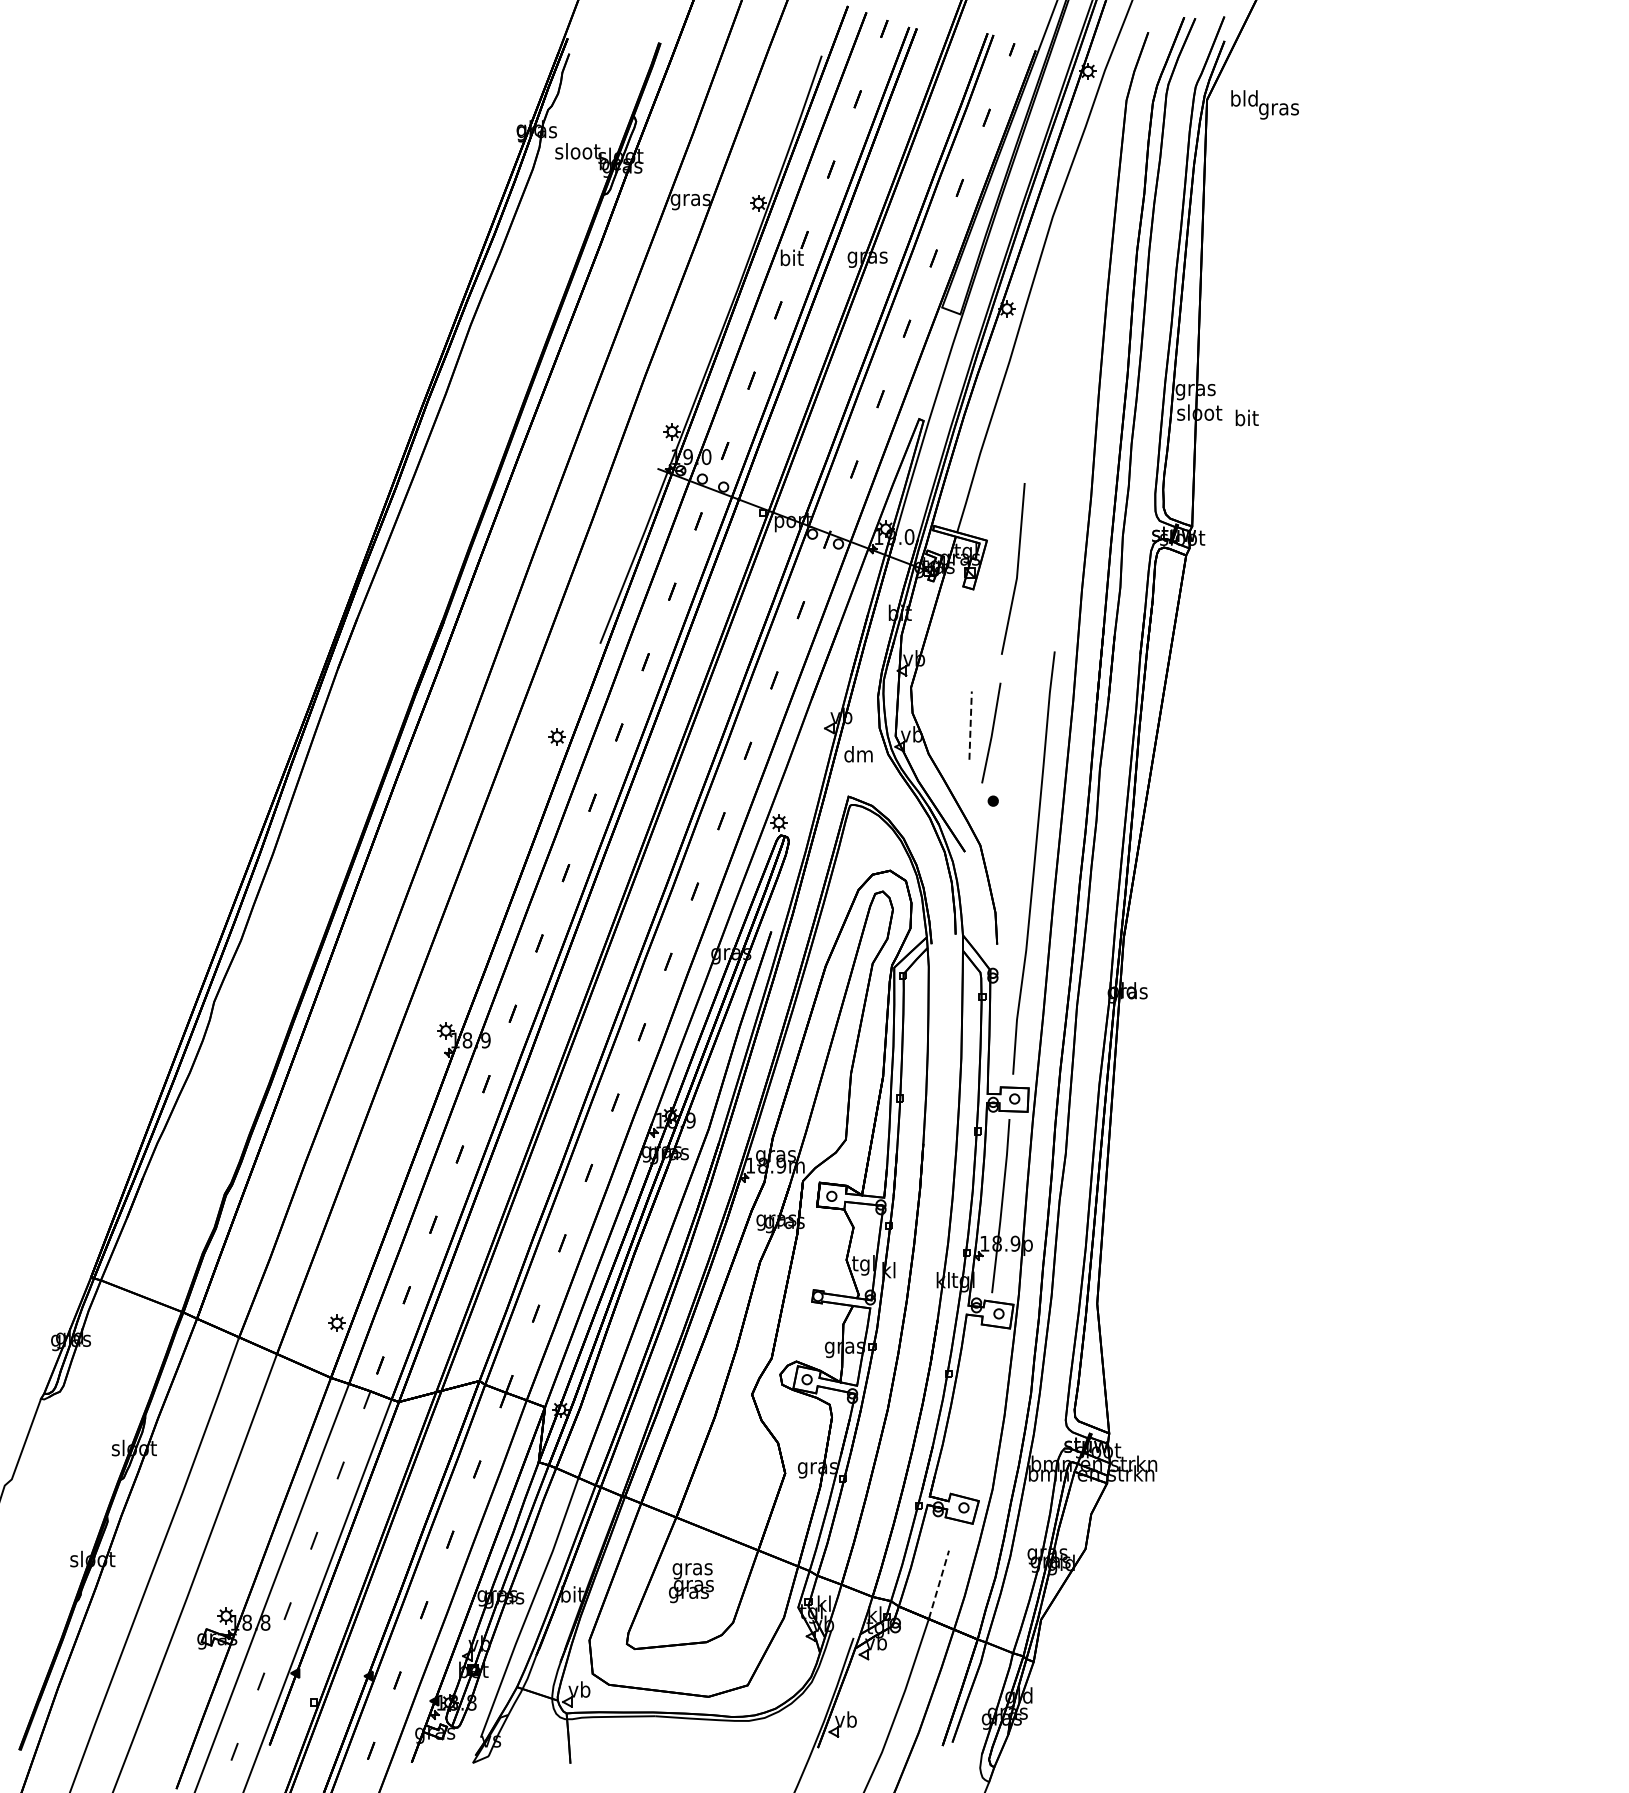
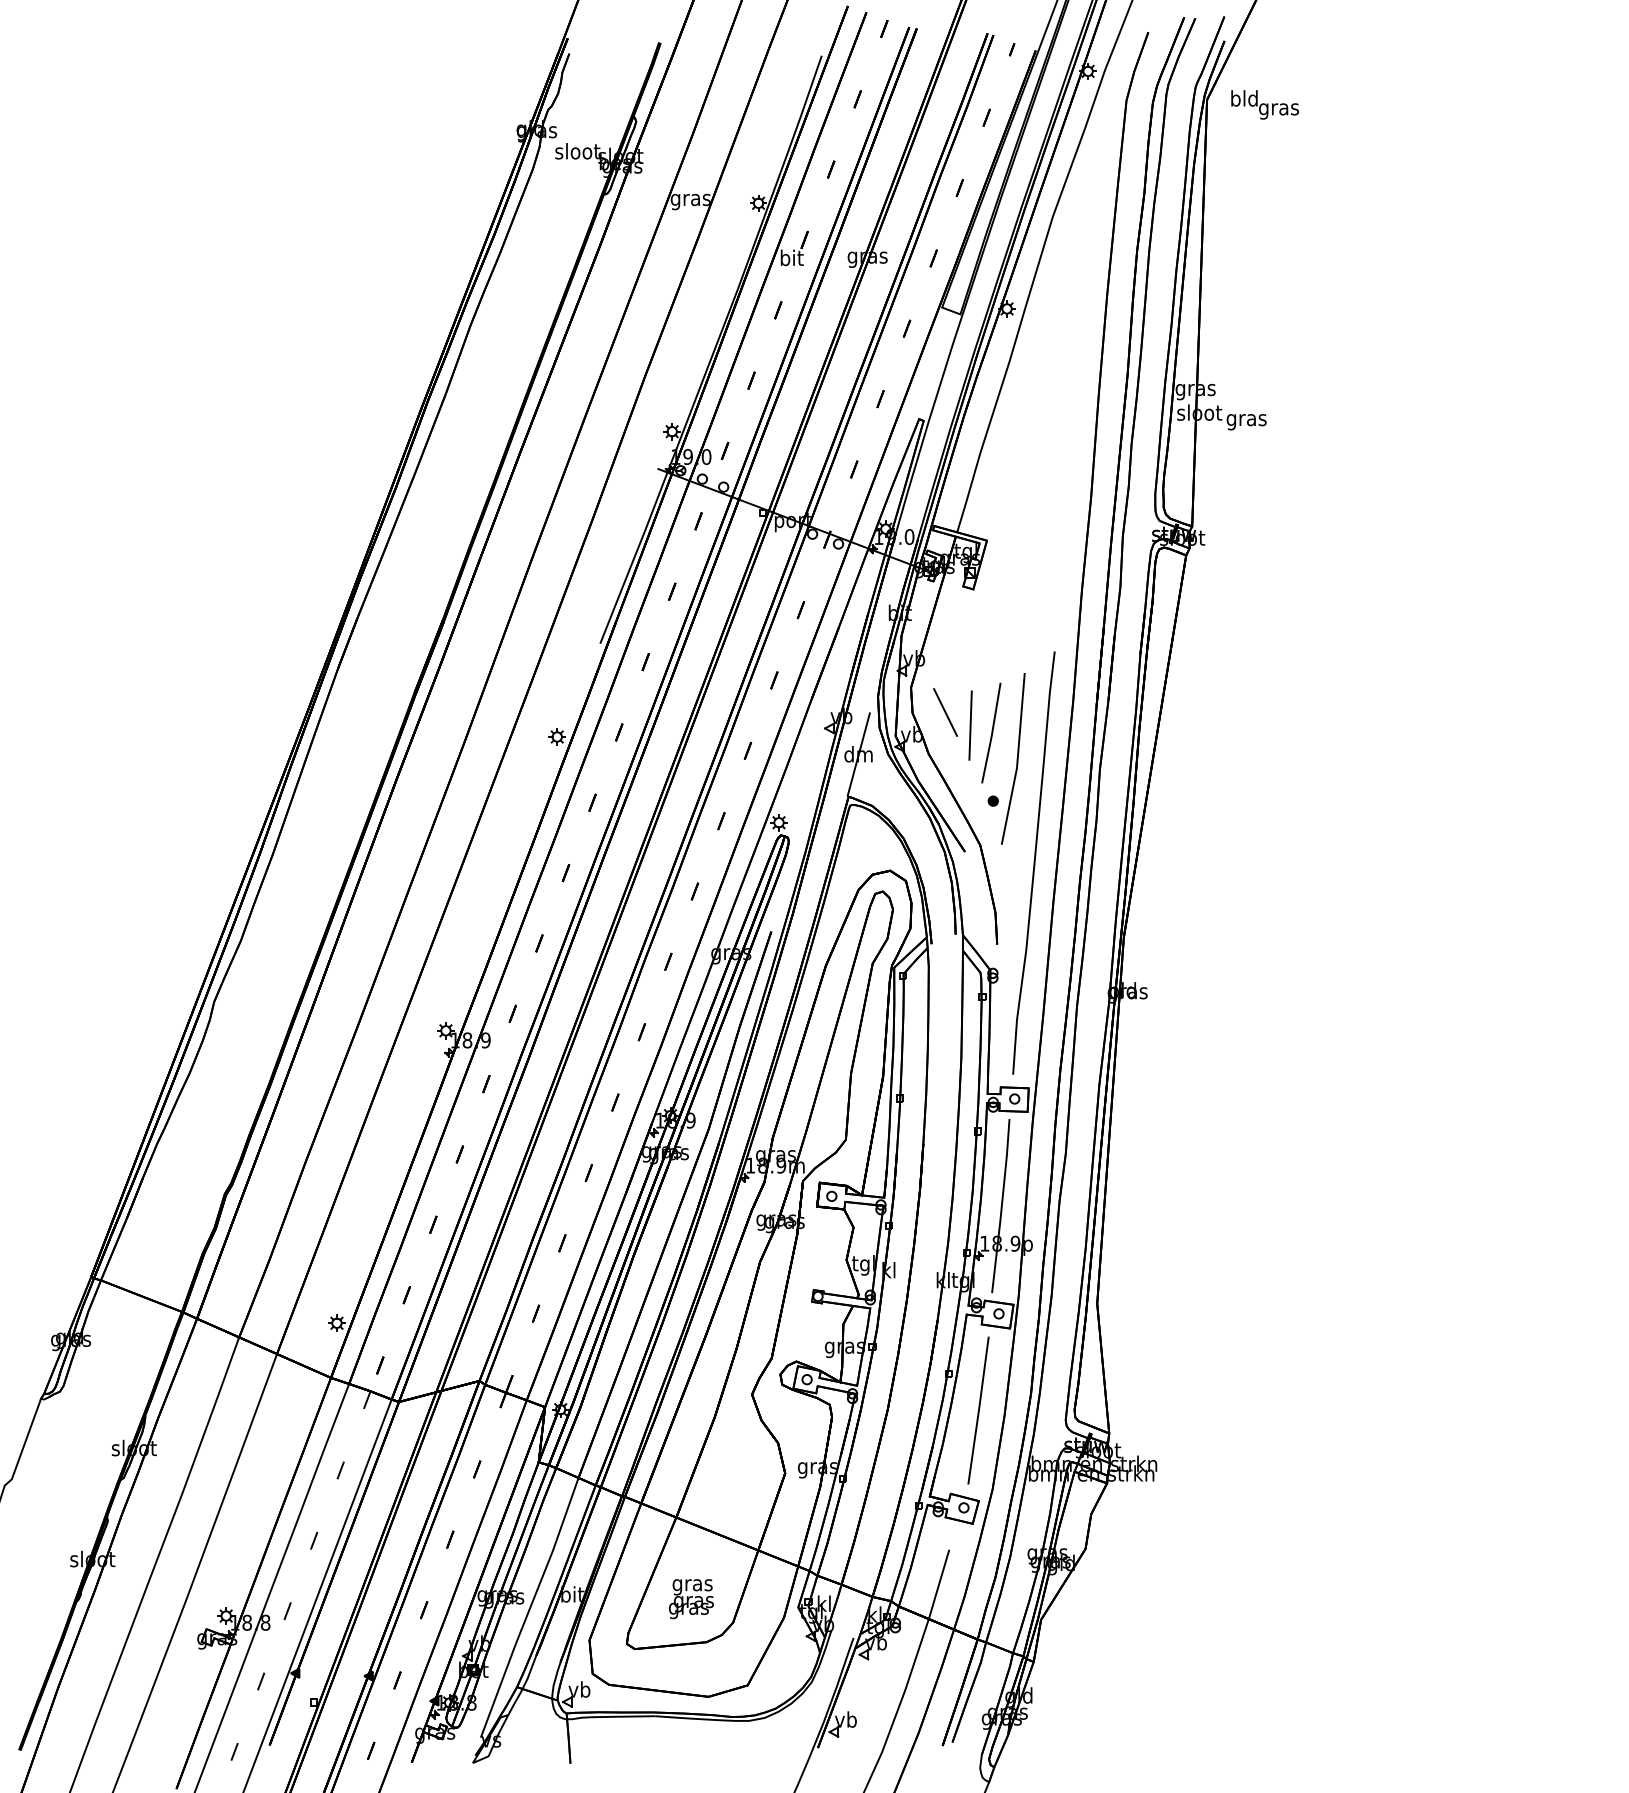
text at (1246, 419): bit -> gras
line at (1016, 568) position: (1016, 568) -> (1016, 758)
line at (945, 712): none -> present
line at (970, 725): dashed -> solid
line at (858, 754): none -> present
line at (978, 1410): none -> present
text at (691, 1583) position: (691, 1583) -> (691, 1599)
line at (939, 1584): dashed -> solid
